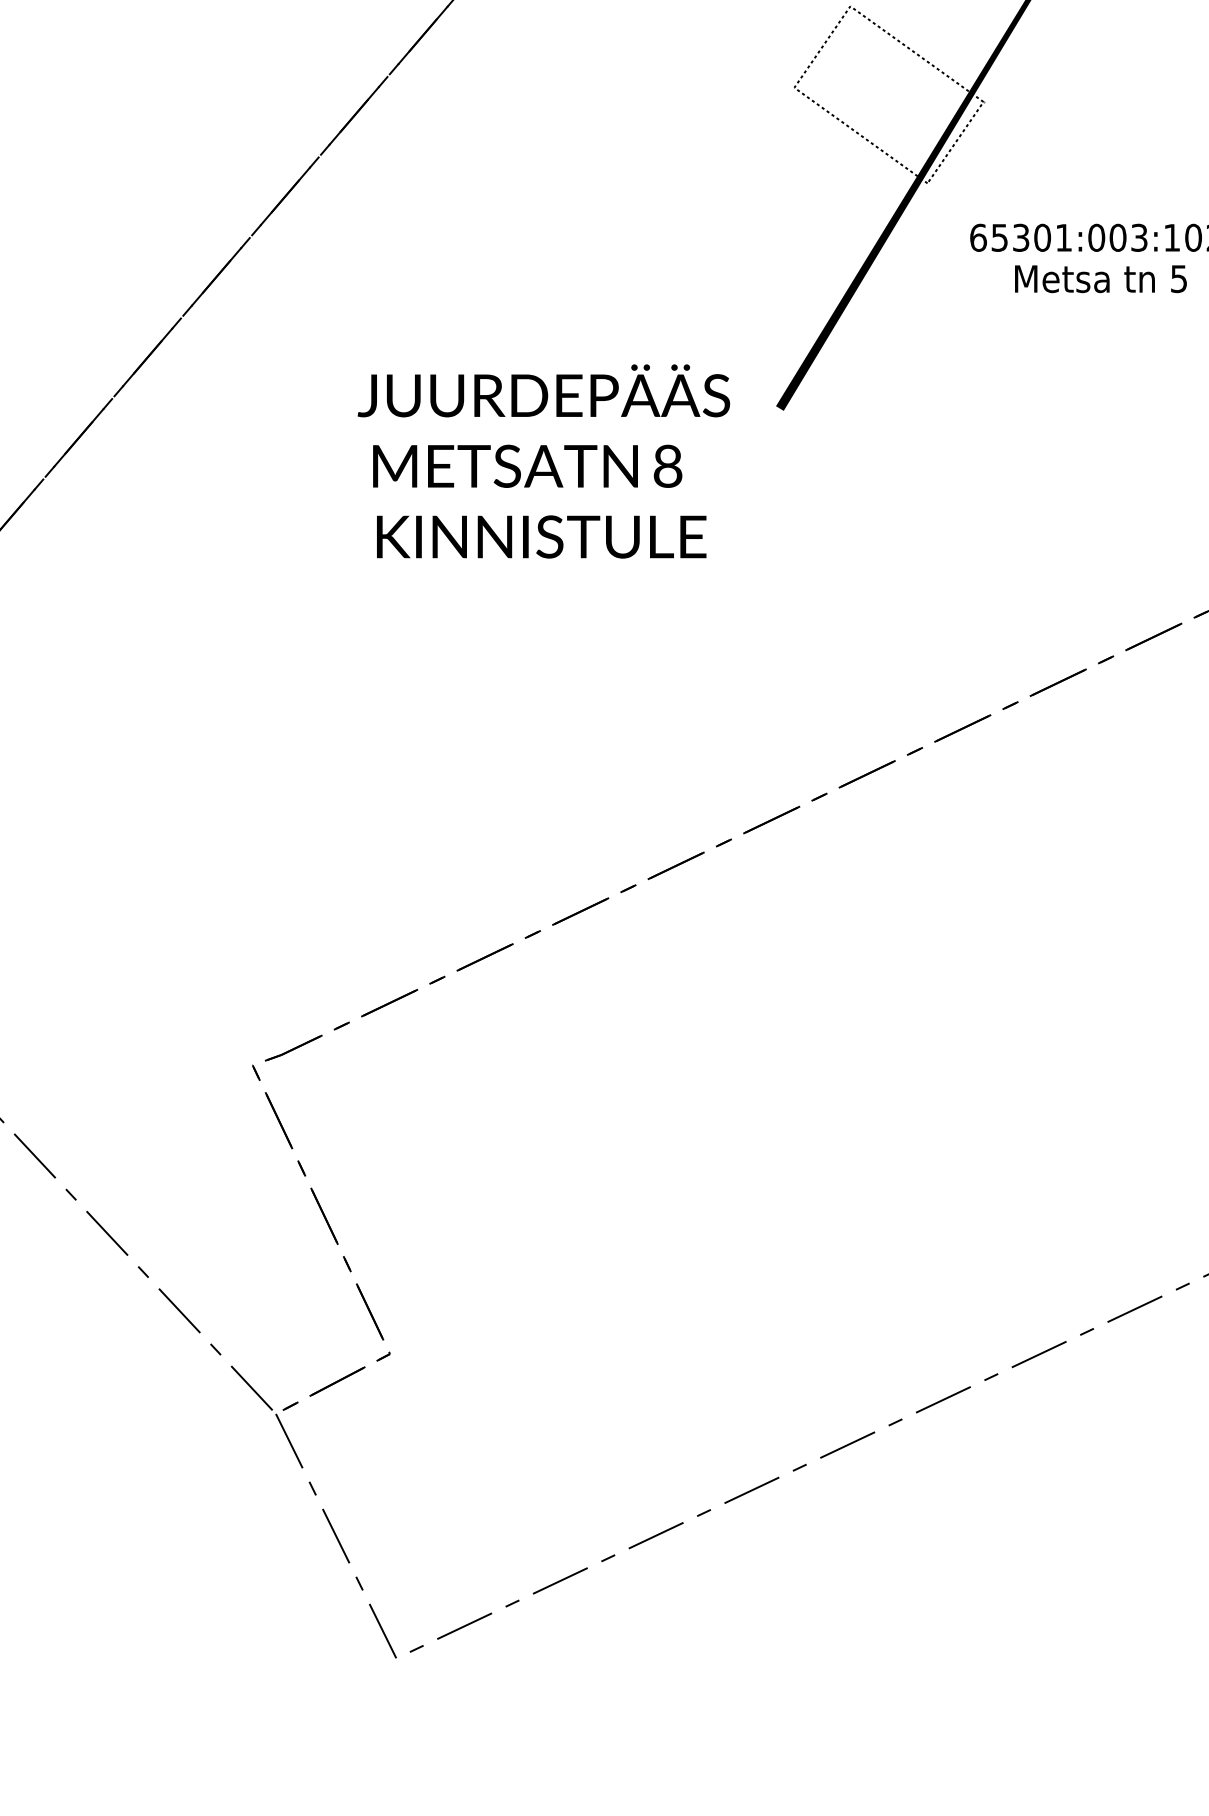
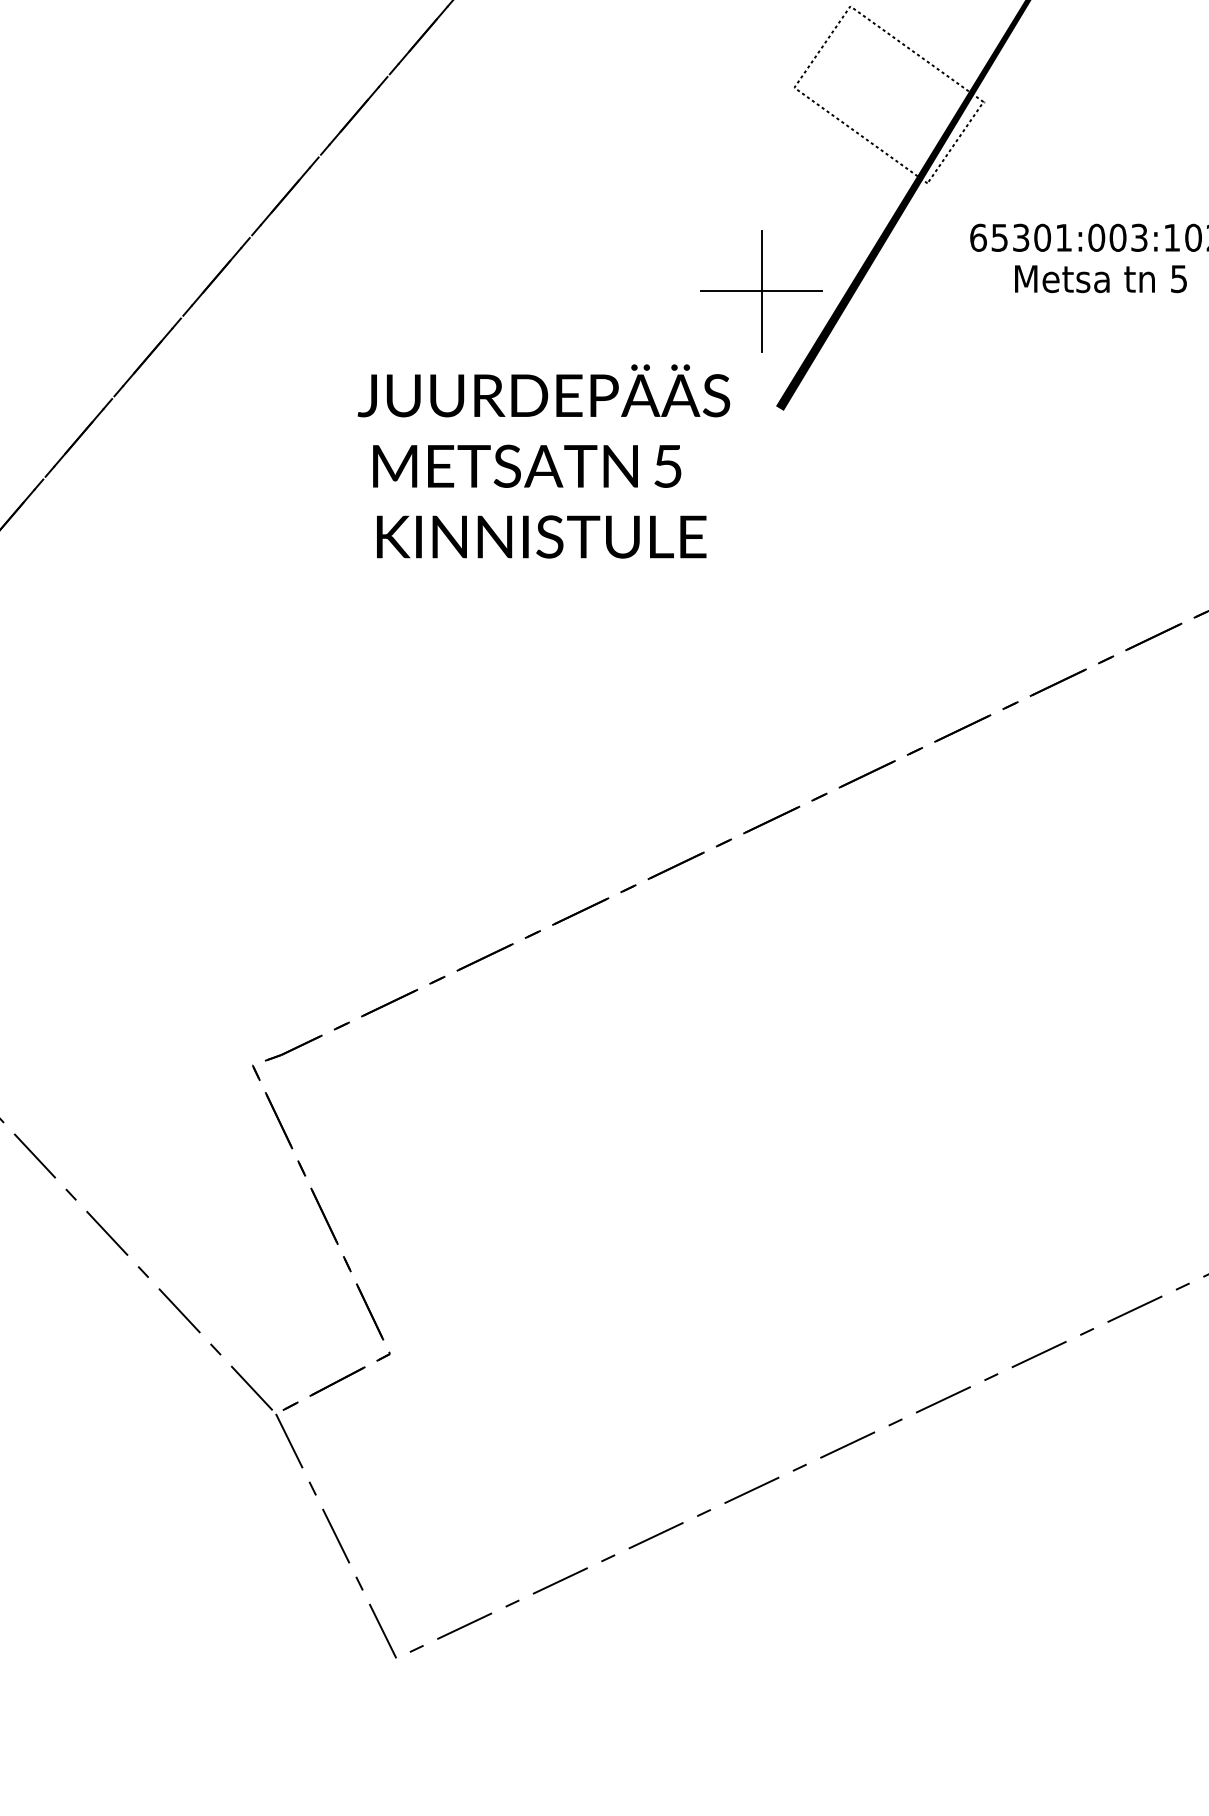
part at (761, 291): none -> present
text at (667, 465): 8 -> 5
